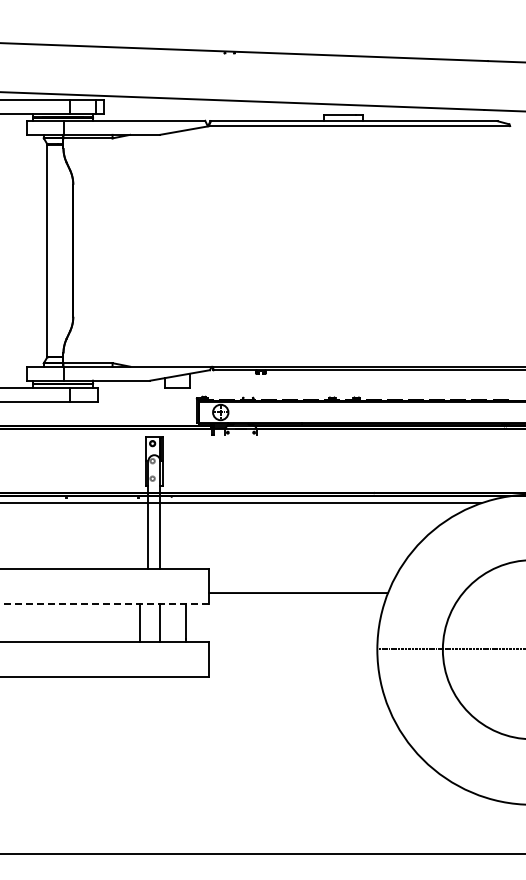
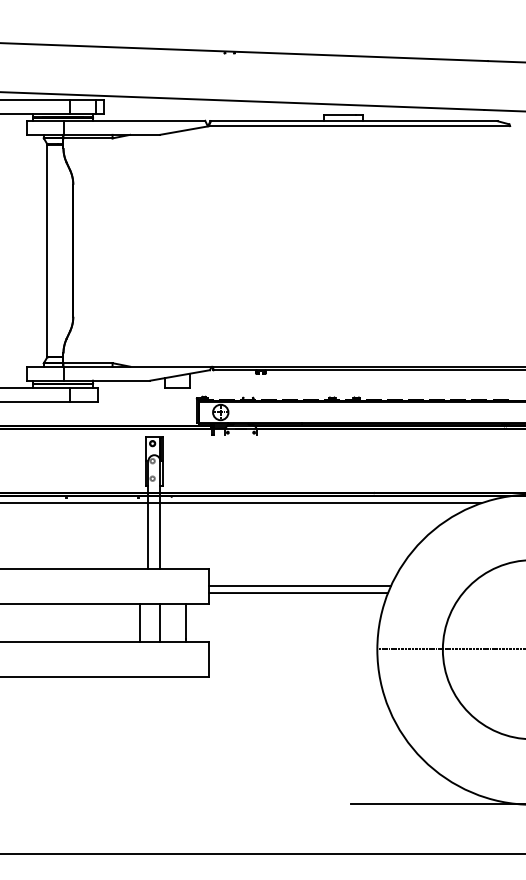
line at (299, 586): none -> present
line at (104, 603): dashed -> solid
line at (436, 804): none -> present
